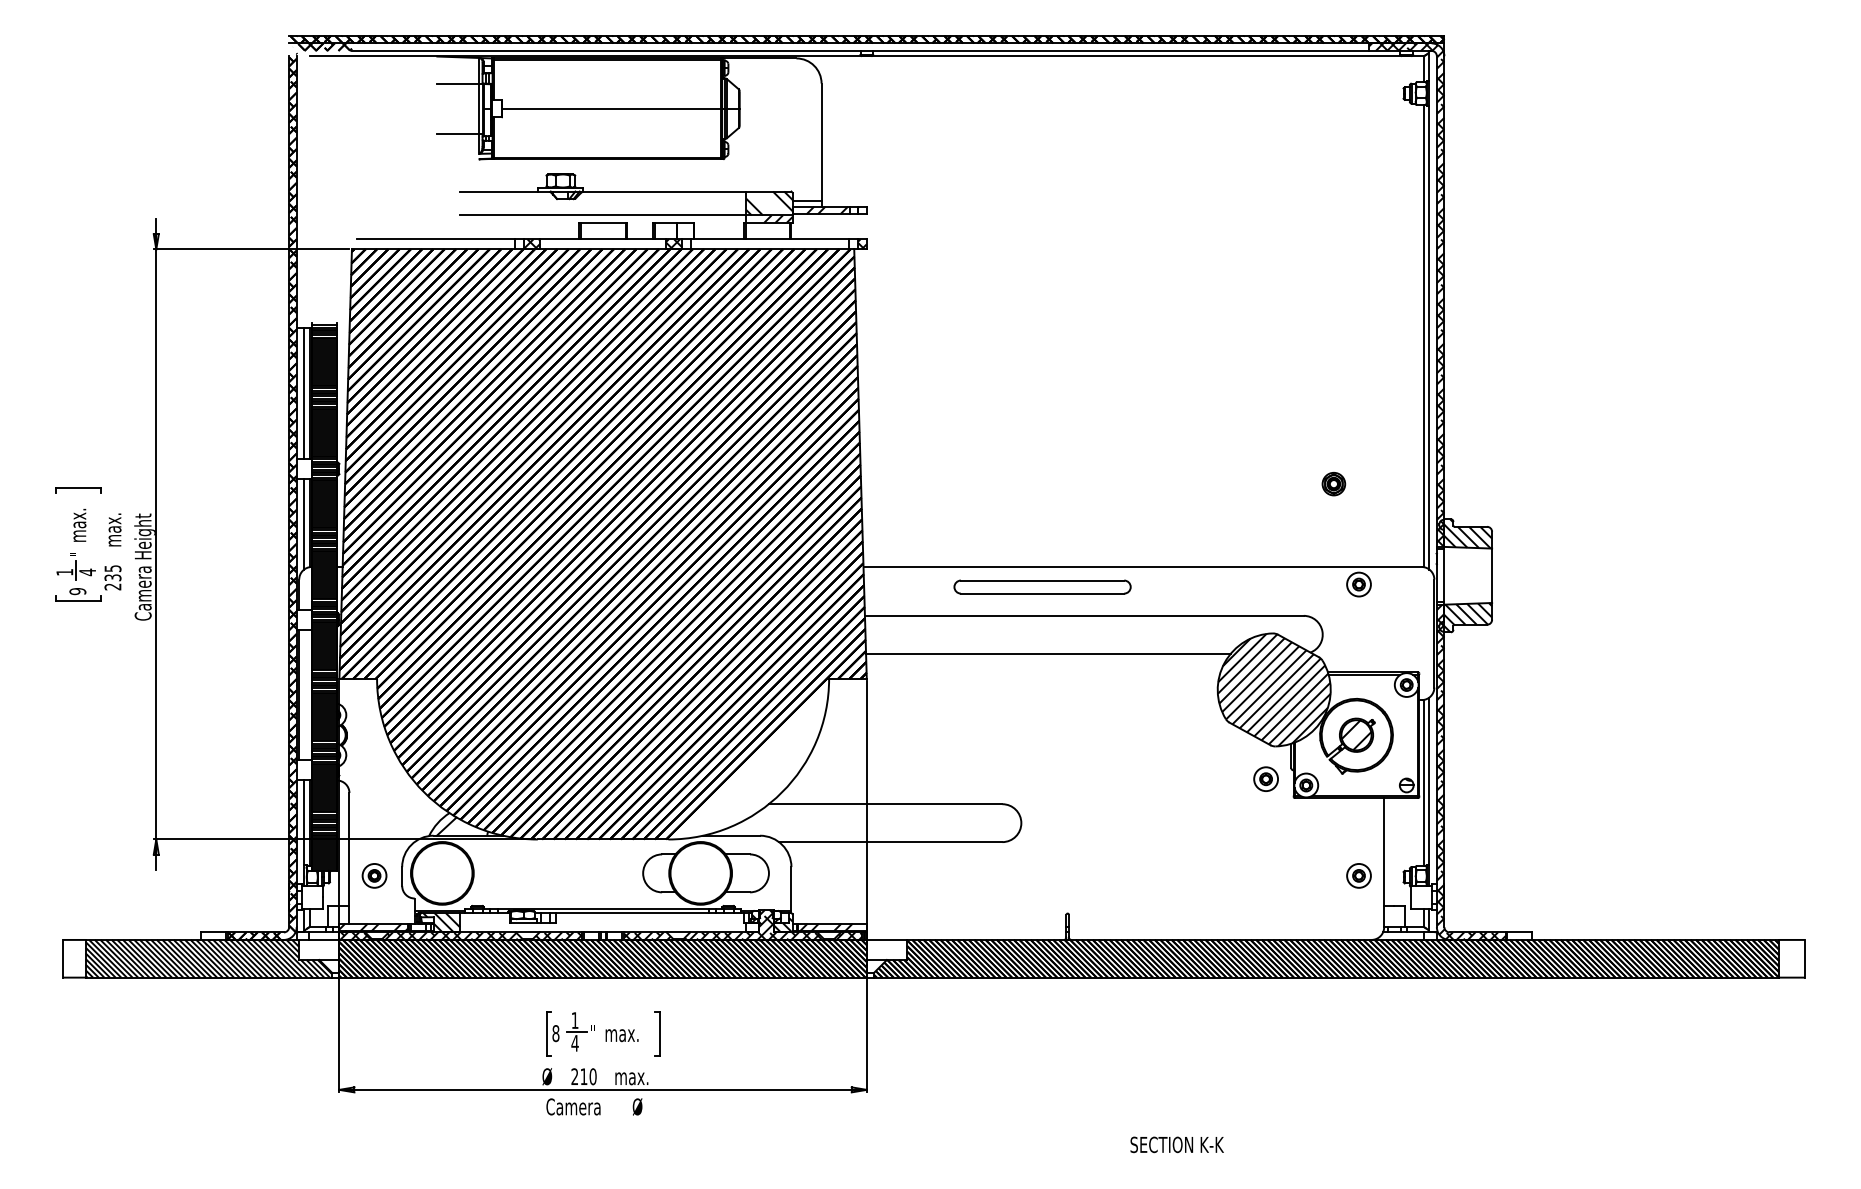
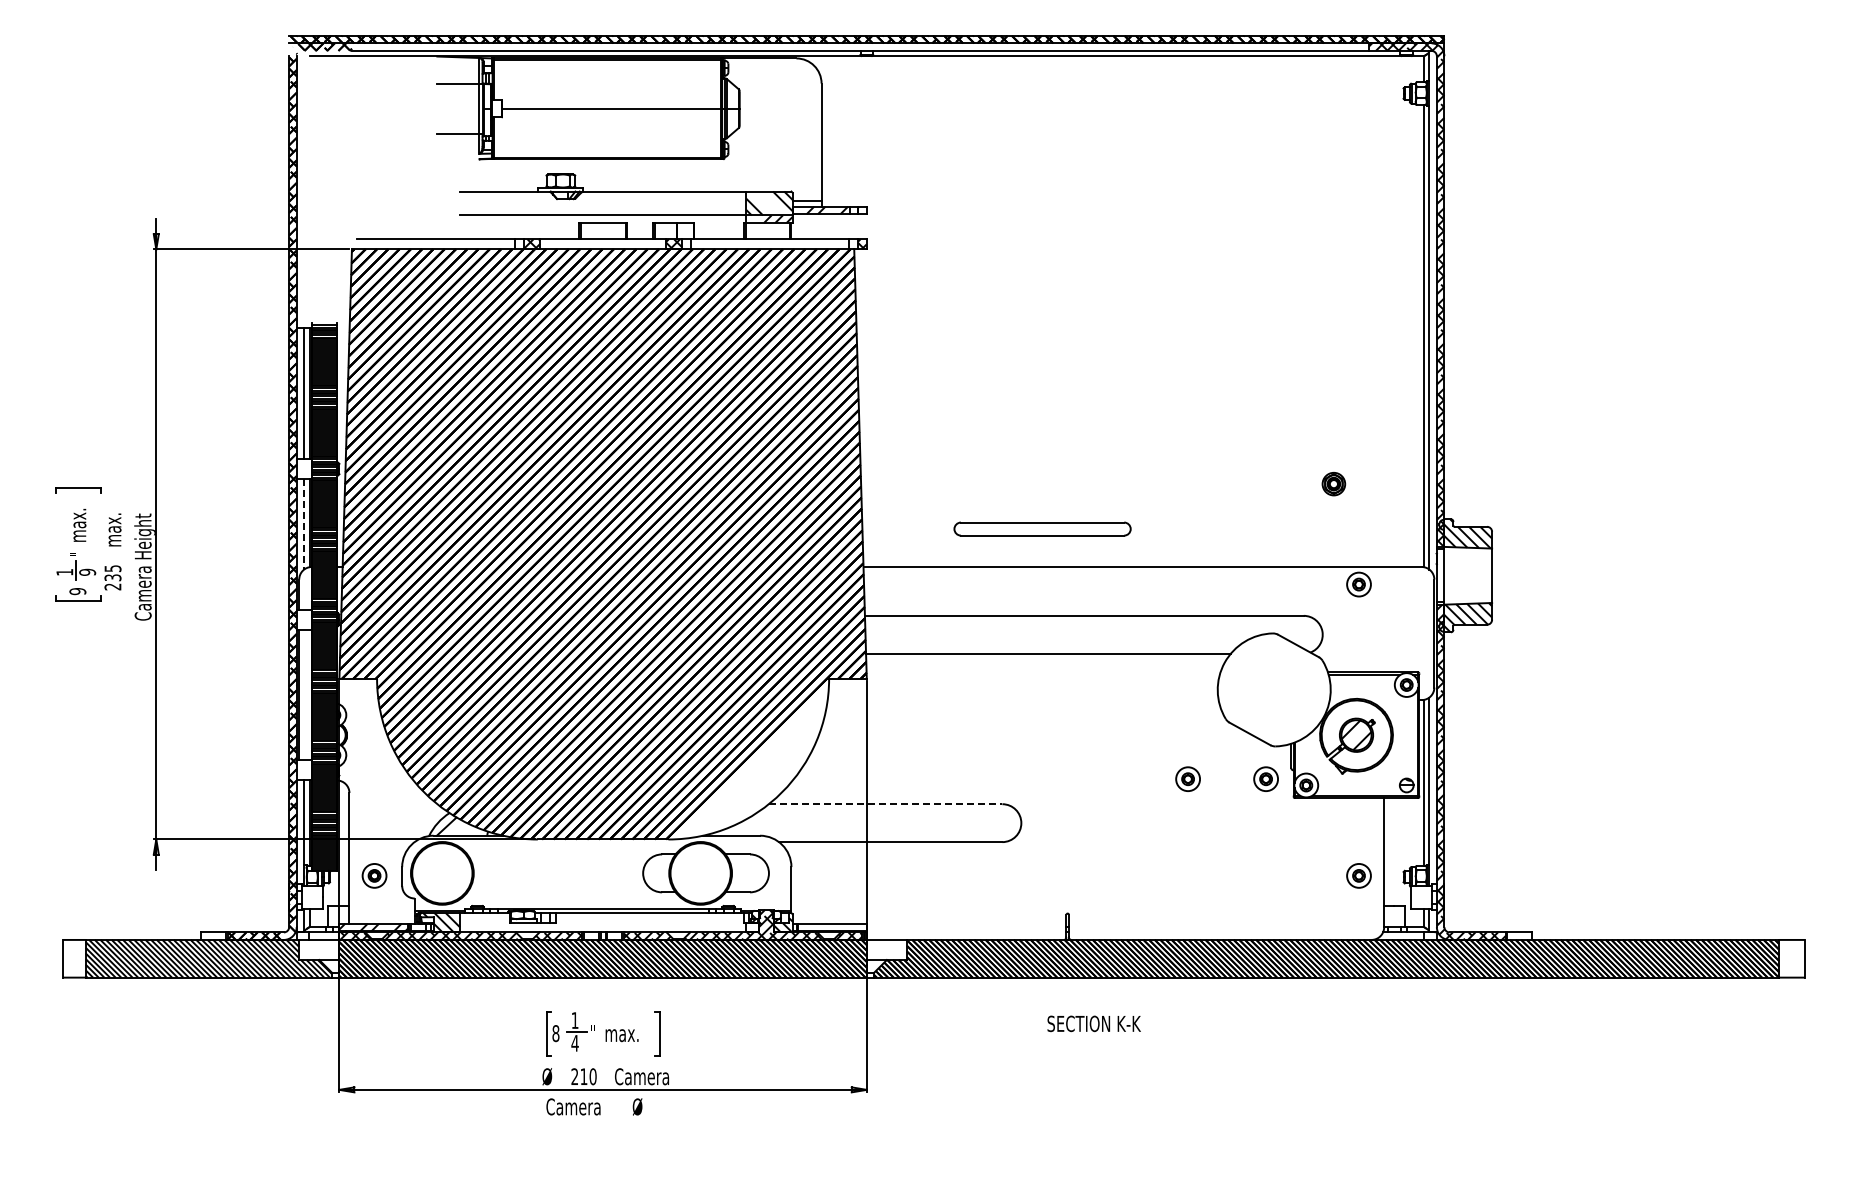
line at (304, 524): solid -> dashed
text at (87, 572): 4 -> 9
part at (1042, 586) position: (1042, 586) -> (1042, 528)
hatch at (1273, 689): present -> none
part at (1187, 778): none -> present
line at (885, 804): solid -> dashed
hatch at (826, 927): present -> none
text at (642, 1076): max. -> Camera
text at (1176, 1144) position: (1176, 1144) -> (1093, 1023)
